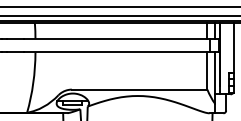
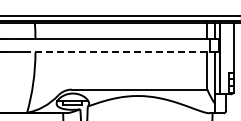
line at (119, 6): present -> none
line at (116, 52): solid -> dashed
